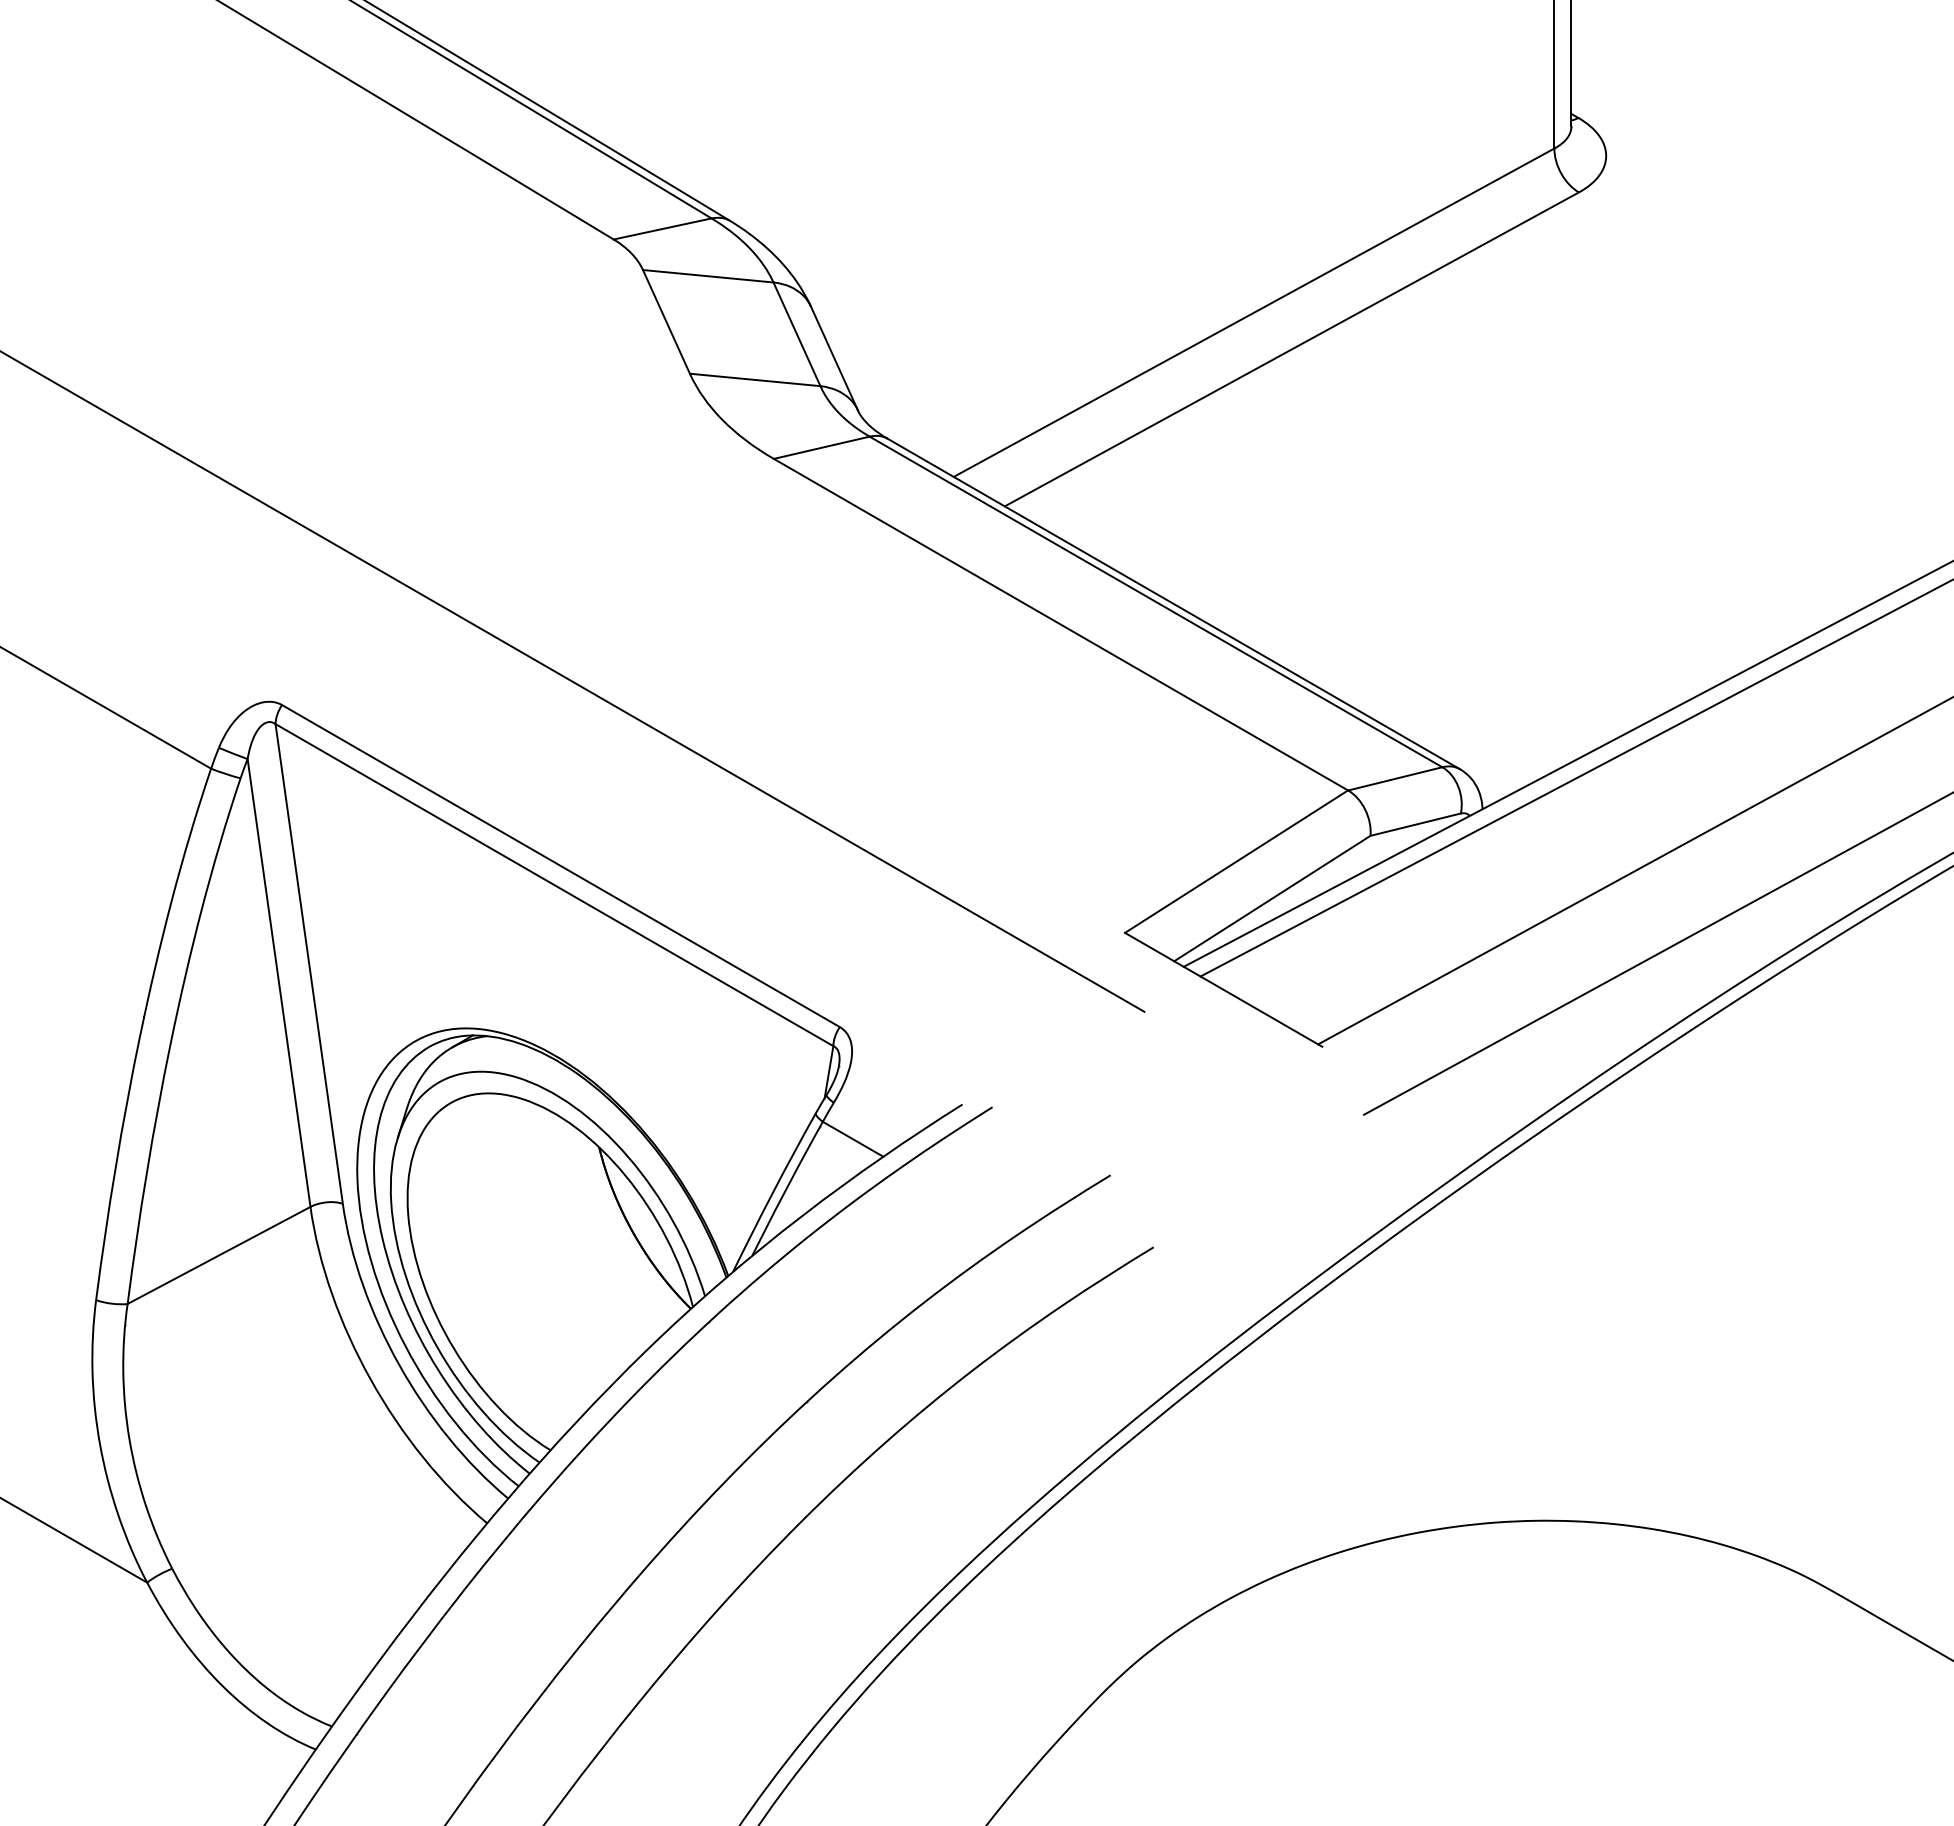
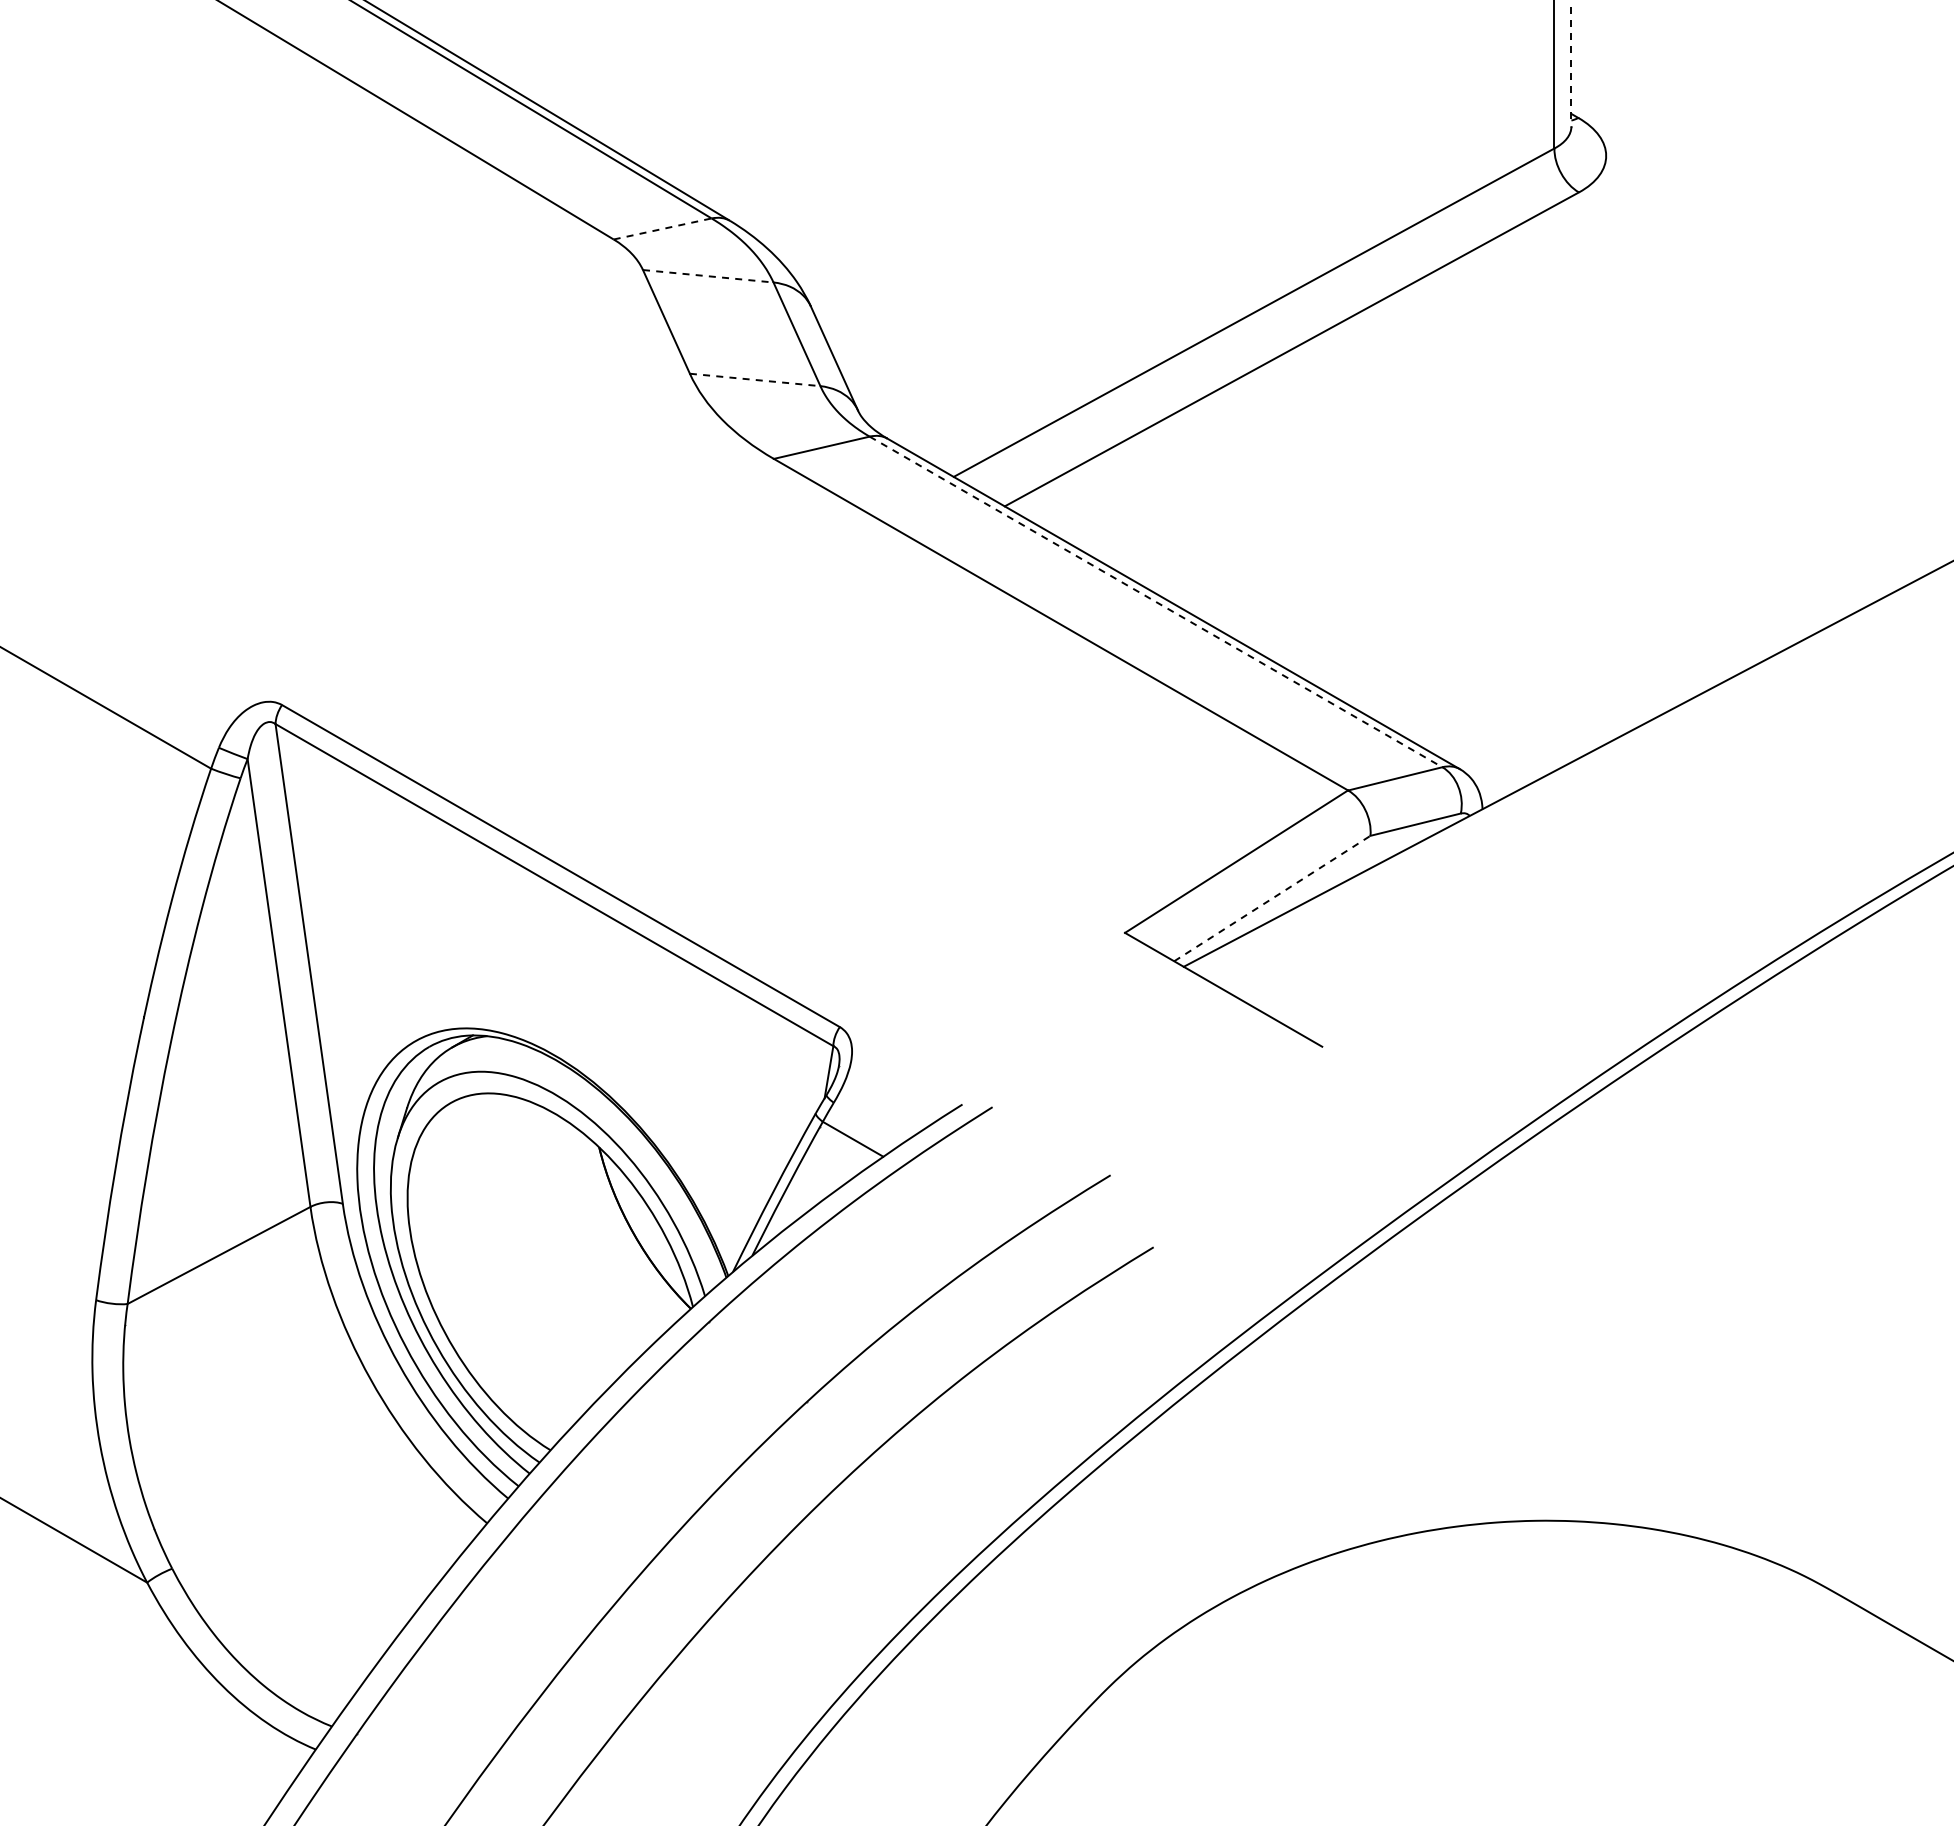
line at (1571, 63): solid -> dashed
line at (663, 228): solid -> dashed
line at (708, 276): solid -> dashed
line at (755, 379): solid -> dashed
line at (1156, 601): solid -> dashed
line at (573, 681): present -> none
line at (1575, 778): present -> none
line at (1634, 871): present -> none
line at (1272, 898): solid -> dashed
line at (1656, 953): present -> none
